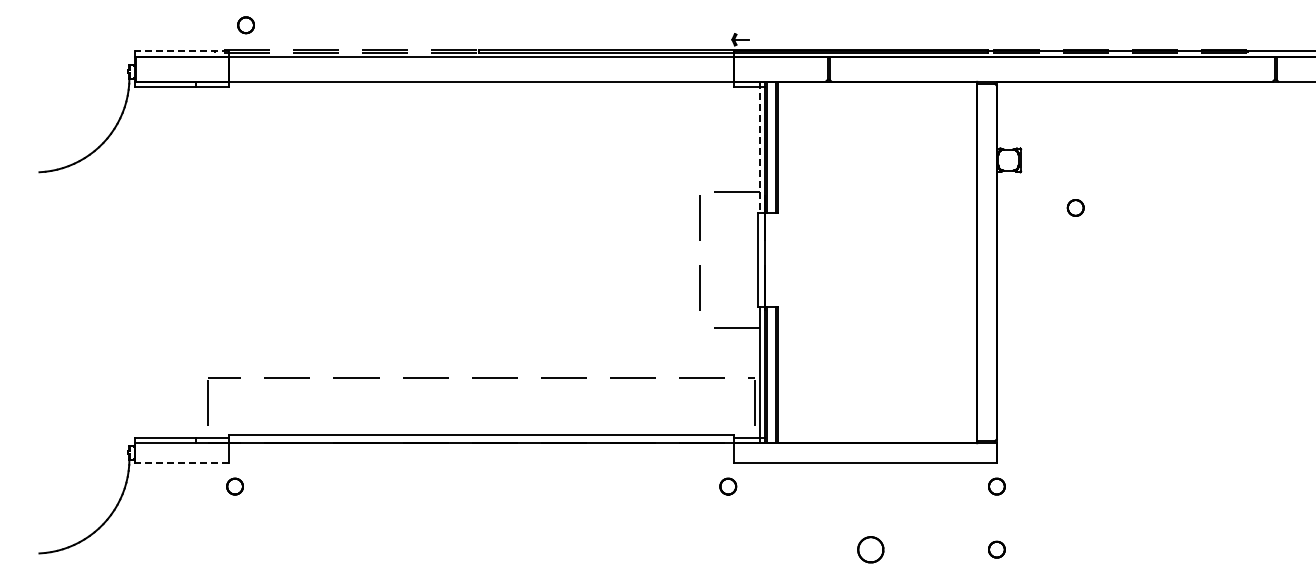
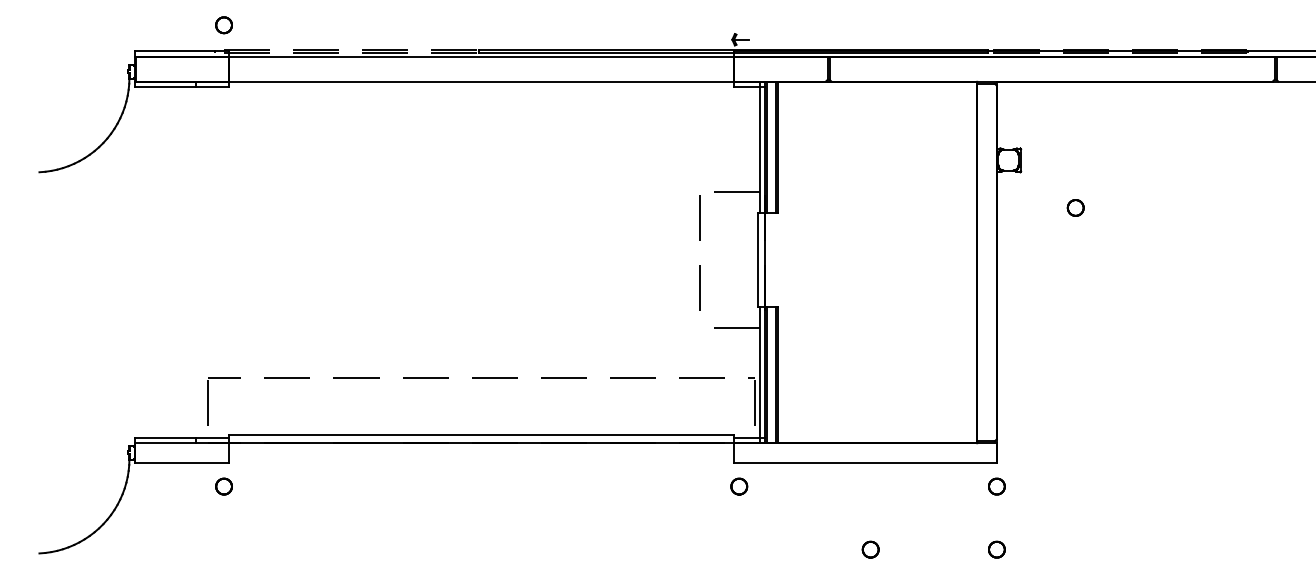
part at (245, 25) position: (245, 25) -> (223, 25)
line at (181, 51): dashed -> solid
line at (760, 147): dashed -> solid
line at (181, 462): dashed -> solid
part at (234, 486) position: (234, 486) -> (223, 486)
part at (728, 486) position: (728, 486) -> (739, 486)
part at (870, 549) size: 28x28 px -> 19x19 px
